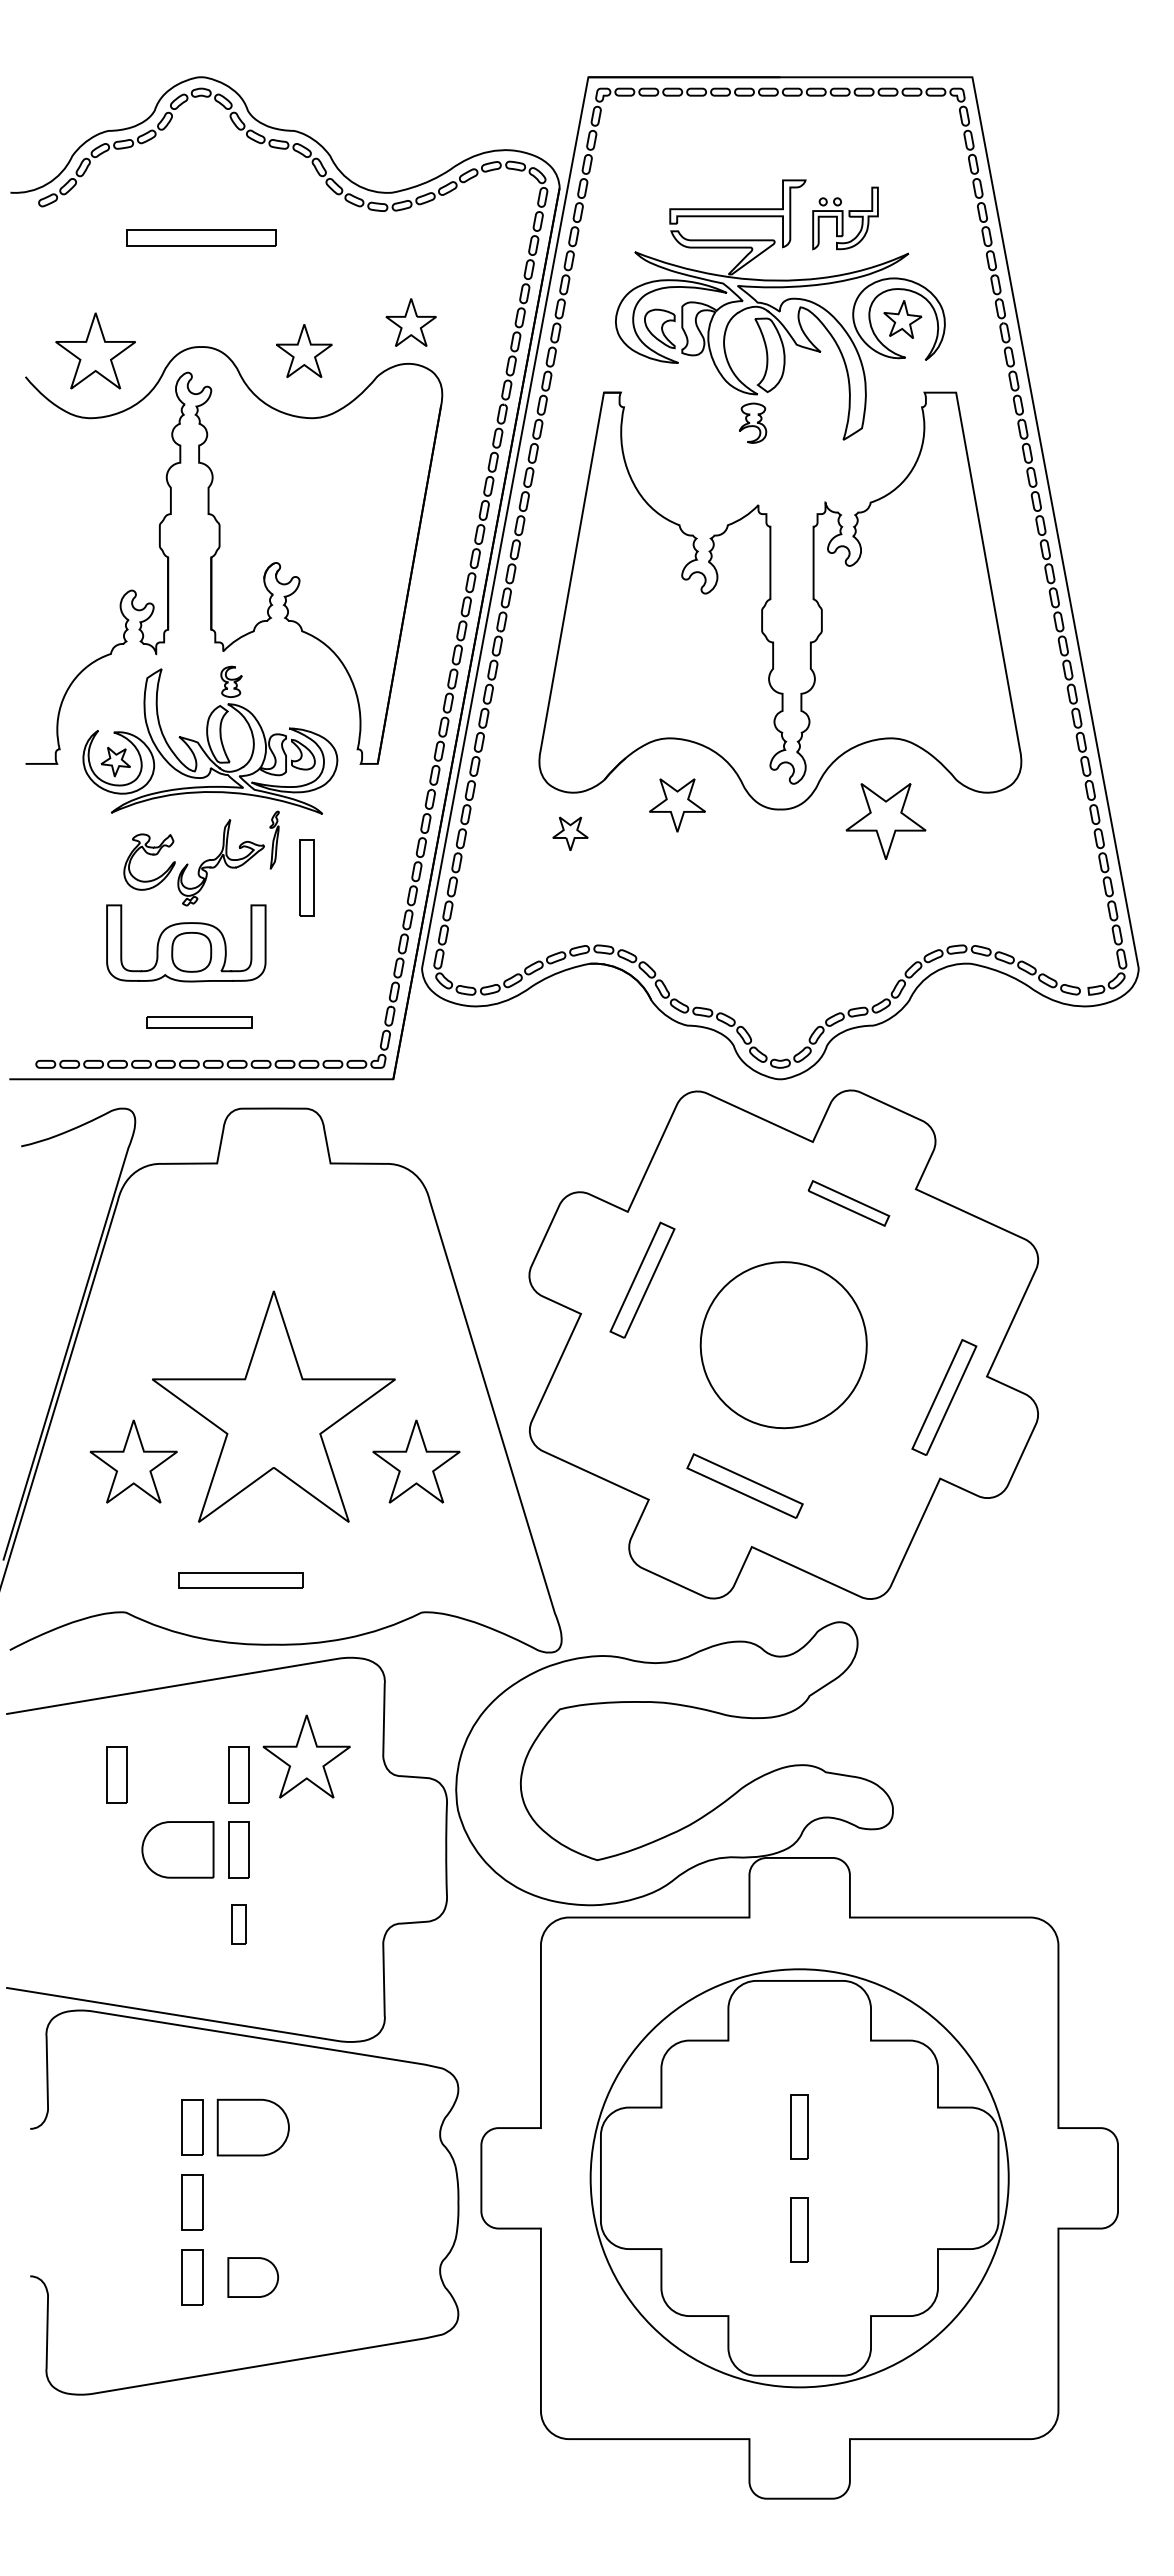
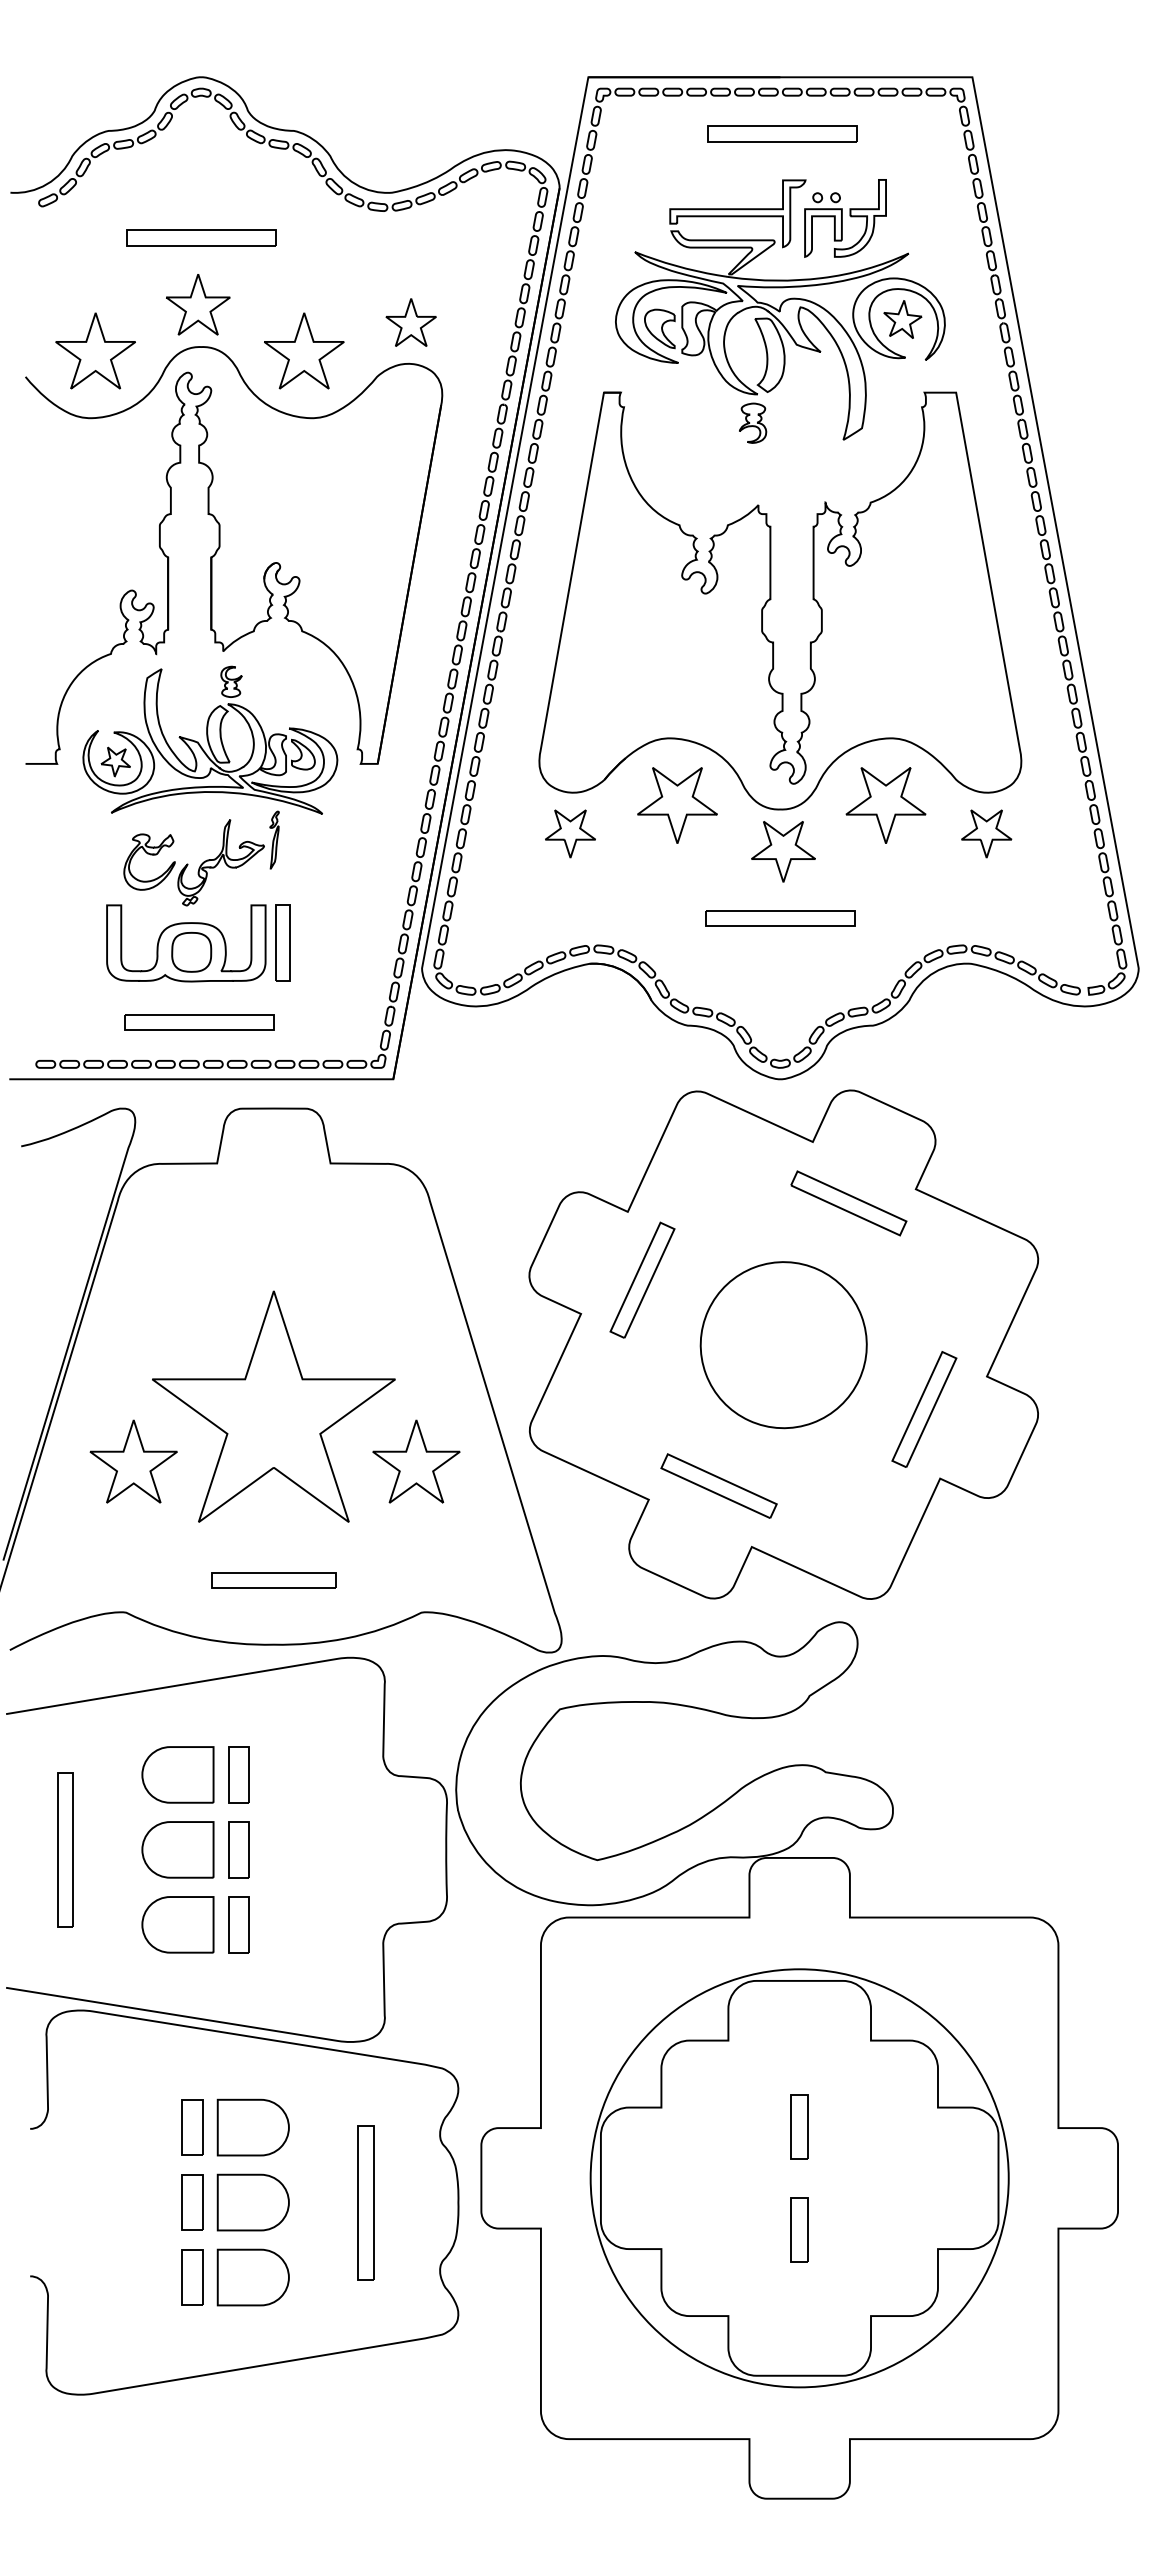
part at (782, 133): none -> present
part at (845, 218) size: 67x65 px -> 83x79 px
part at (198, 304): none -> present
part at (304, 350) size: 57x54 px -> 81x78 px
part at (677, 805) size: 57x55 px -> 81x77 px
part at (885, 821) position: (885, 821) -> (885, 805)
part at (570, 833) size: 37x35 px -> 51x50 px
part at (986, 833): none -> present
part at (783, 851): none -> present
part at (306, 877) position: (306, 877) -> (282, 942)
part at (780, 918): none -> present
part at (199, 1022) size: 107x13 px -> 151x17 px
part at (848, 1203) size: 84x47 px -> 118x67 px
part at (944, 1397) position: (944, 1397) -> (924, 1409)
part at (744, 1485) position: (744, 1485) -> (718, 1485)
part at (240, 1580) position: (240, 1580) -> (273, 1580)
part at (306, 1756): present -> none
part at (116, 1774): present -> none
part at (177, 1774): none -> present
part at (65, 1849): none -> present
part at (177, 1924): none -> present
part at (238, 1924) size: 16x41 px -> 22x58 px
part at (252, 2202): none -> present
part at (365, 2202): none -> present
part at (253, 2277) size: 53x41 px -> 74x59 px
